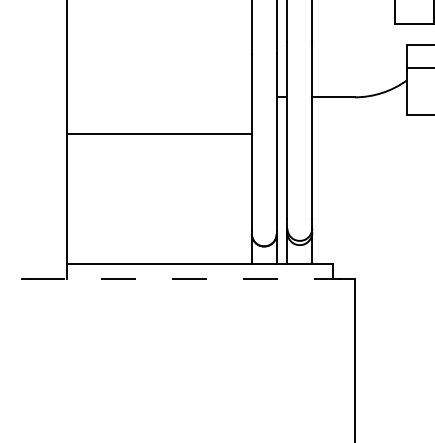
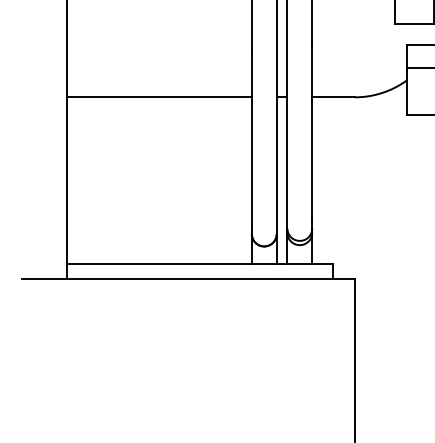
line at (158, 134) position: (158, 134) -> (158, 97)
line at (185, 279): dashed -> solid
